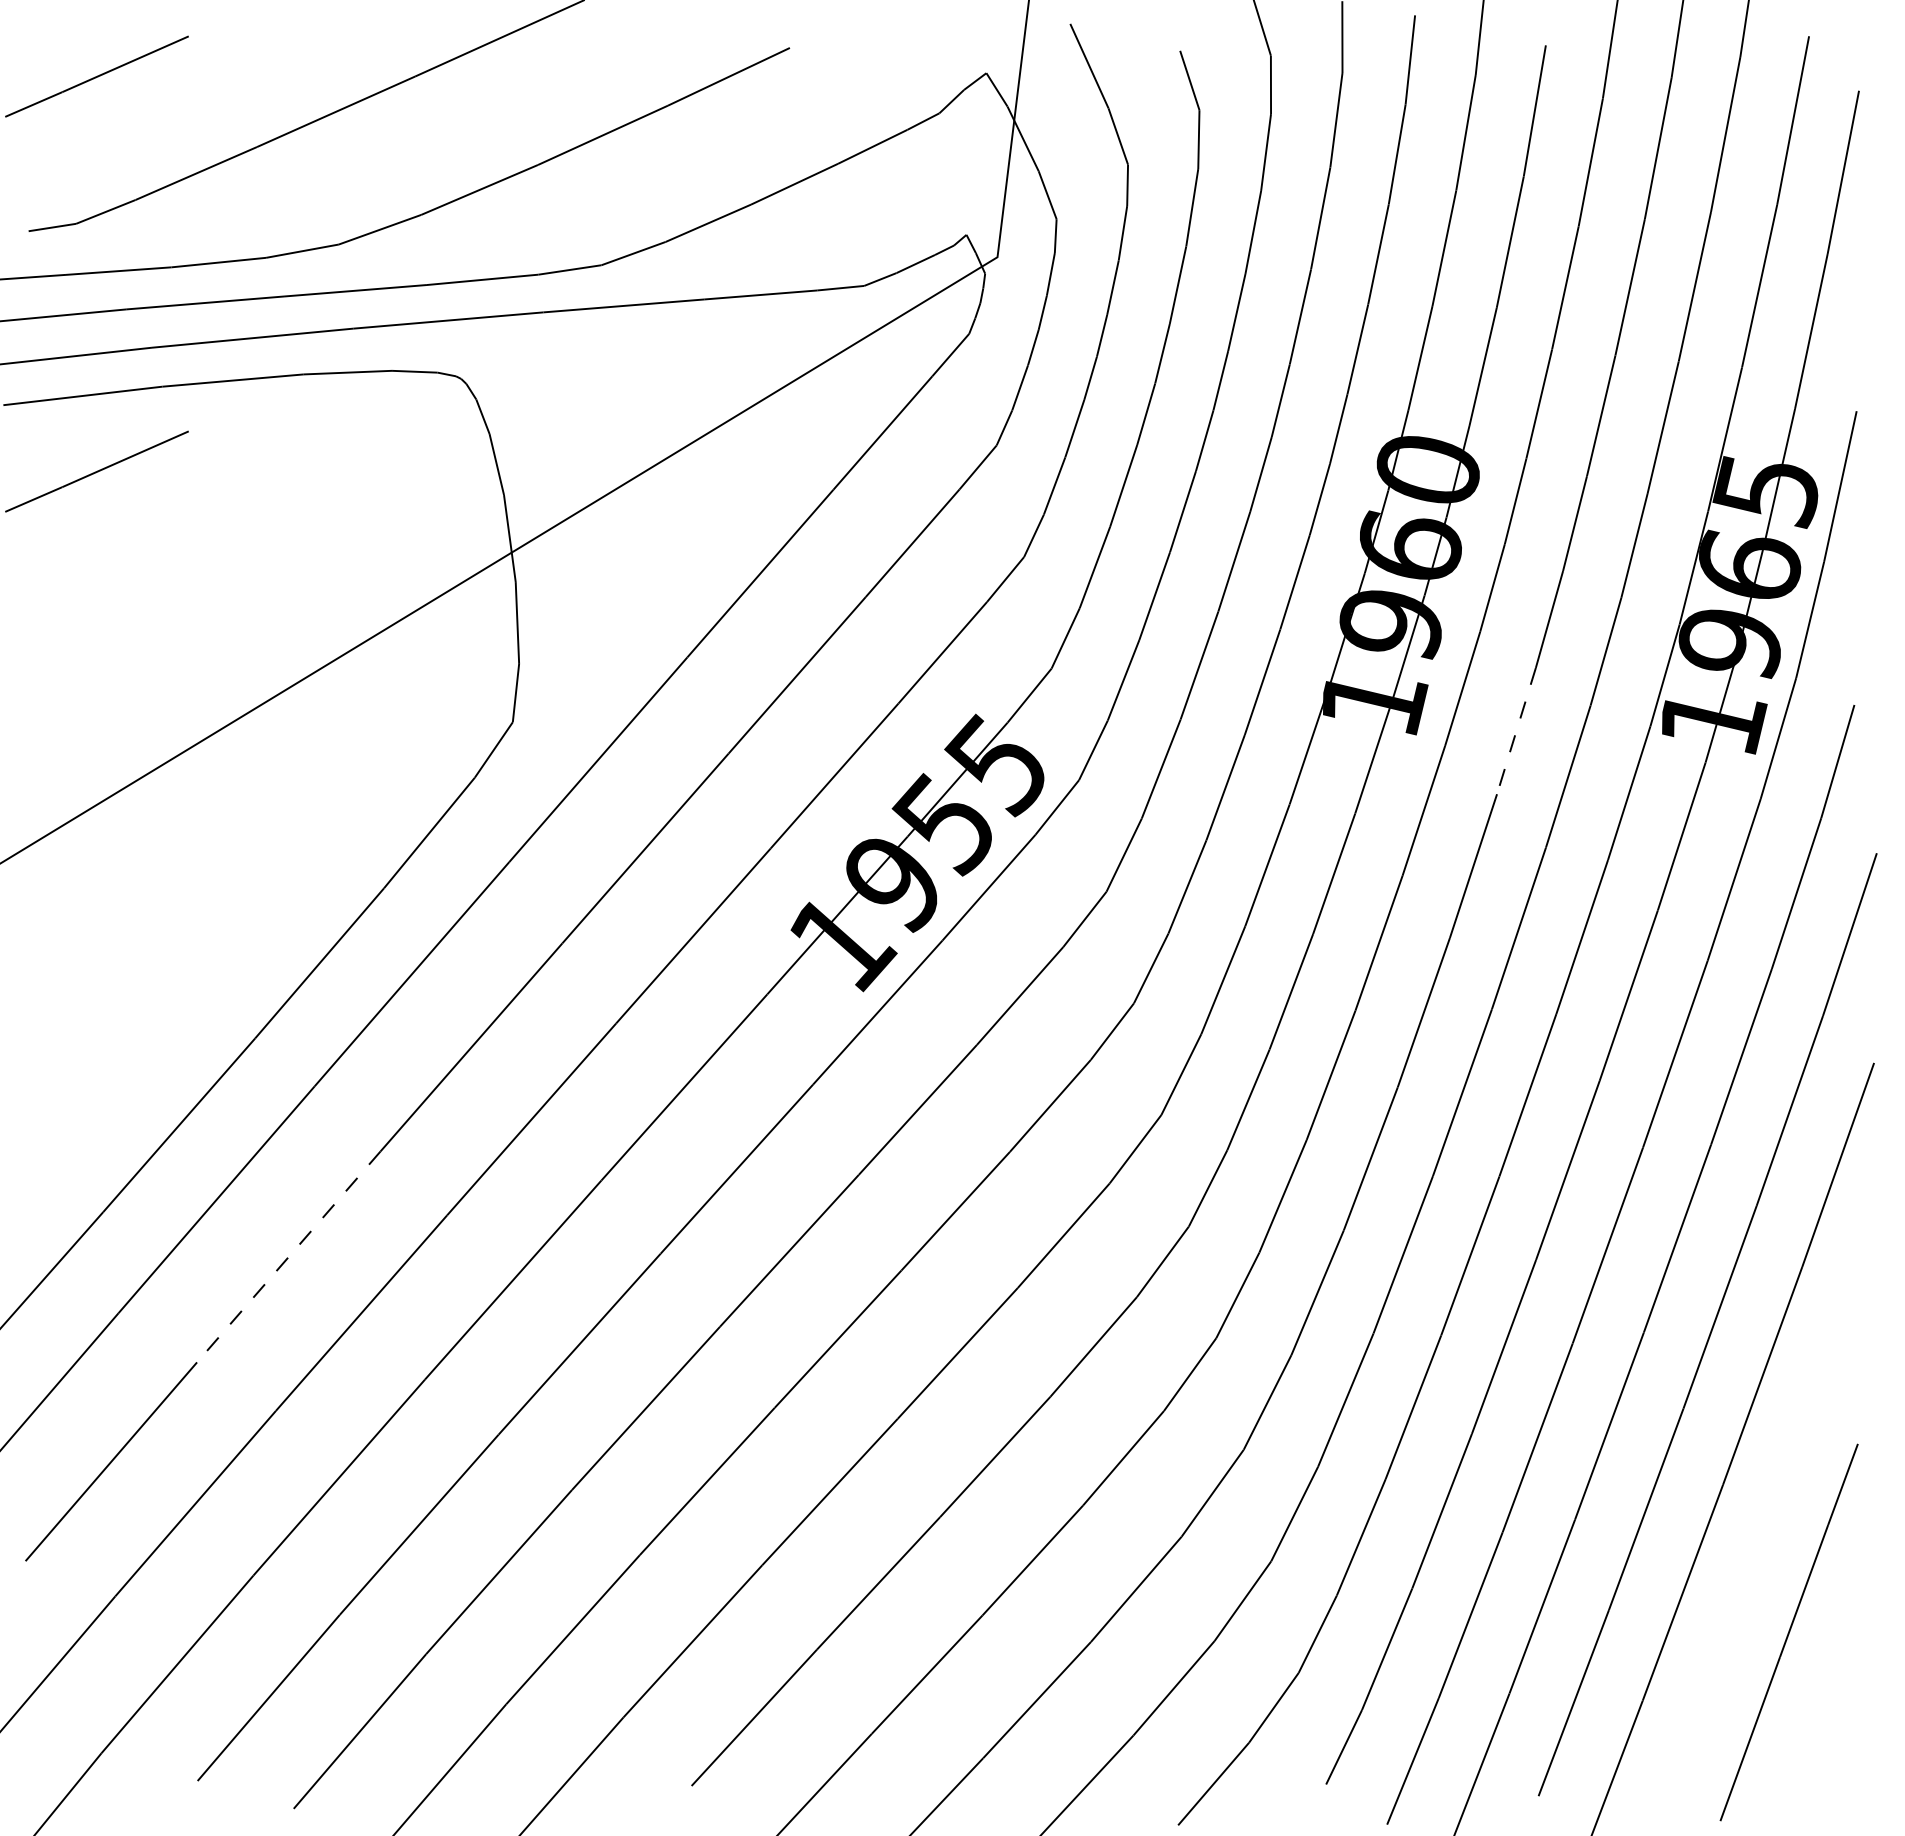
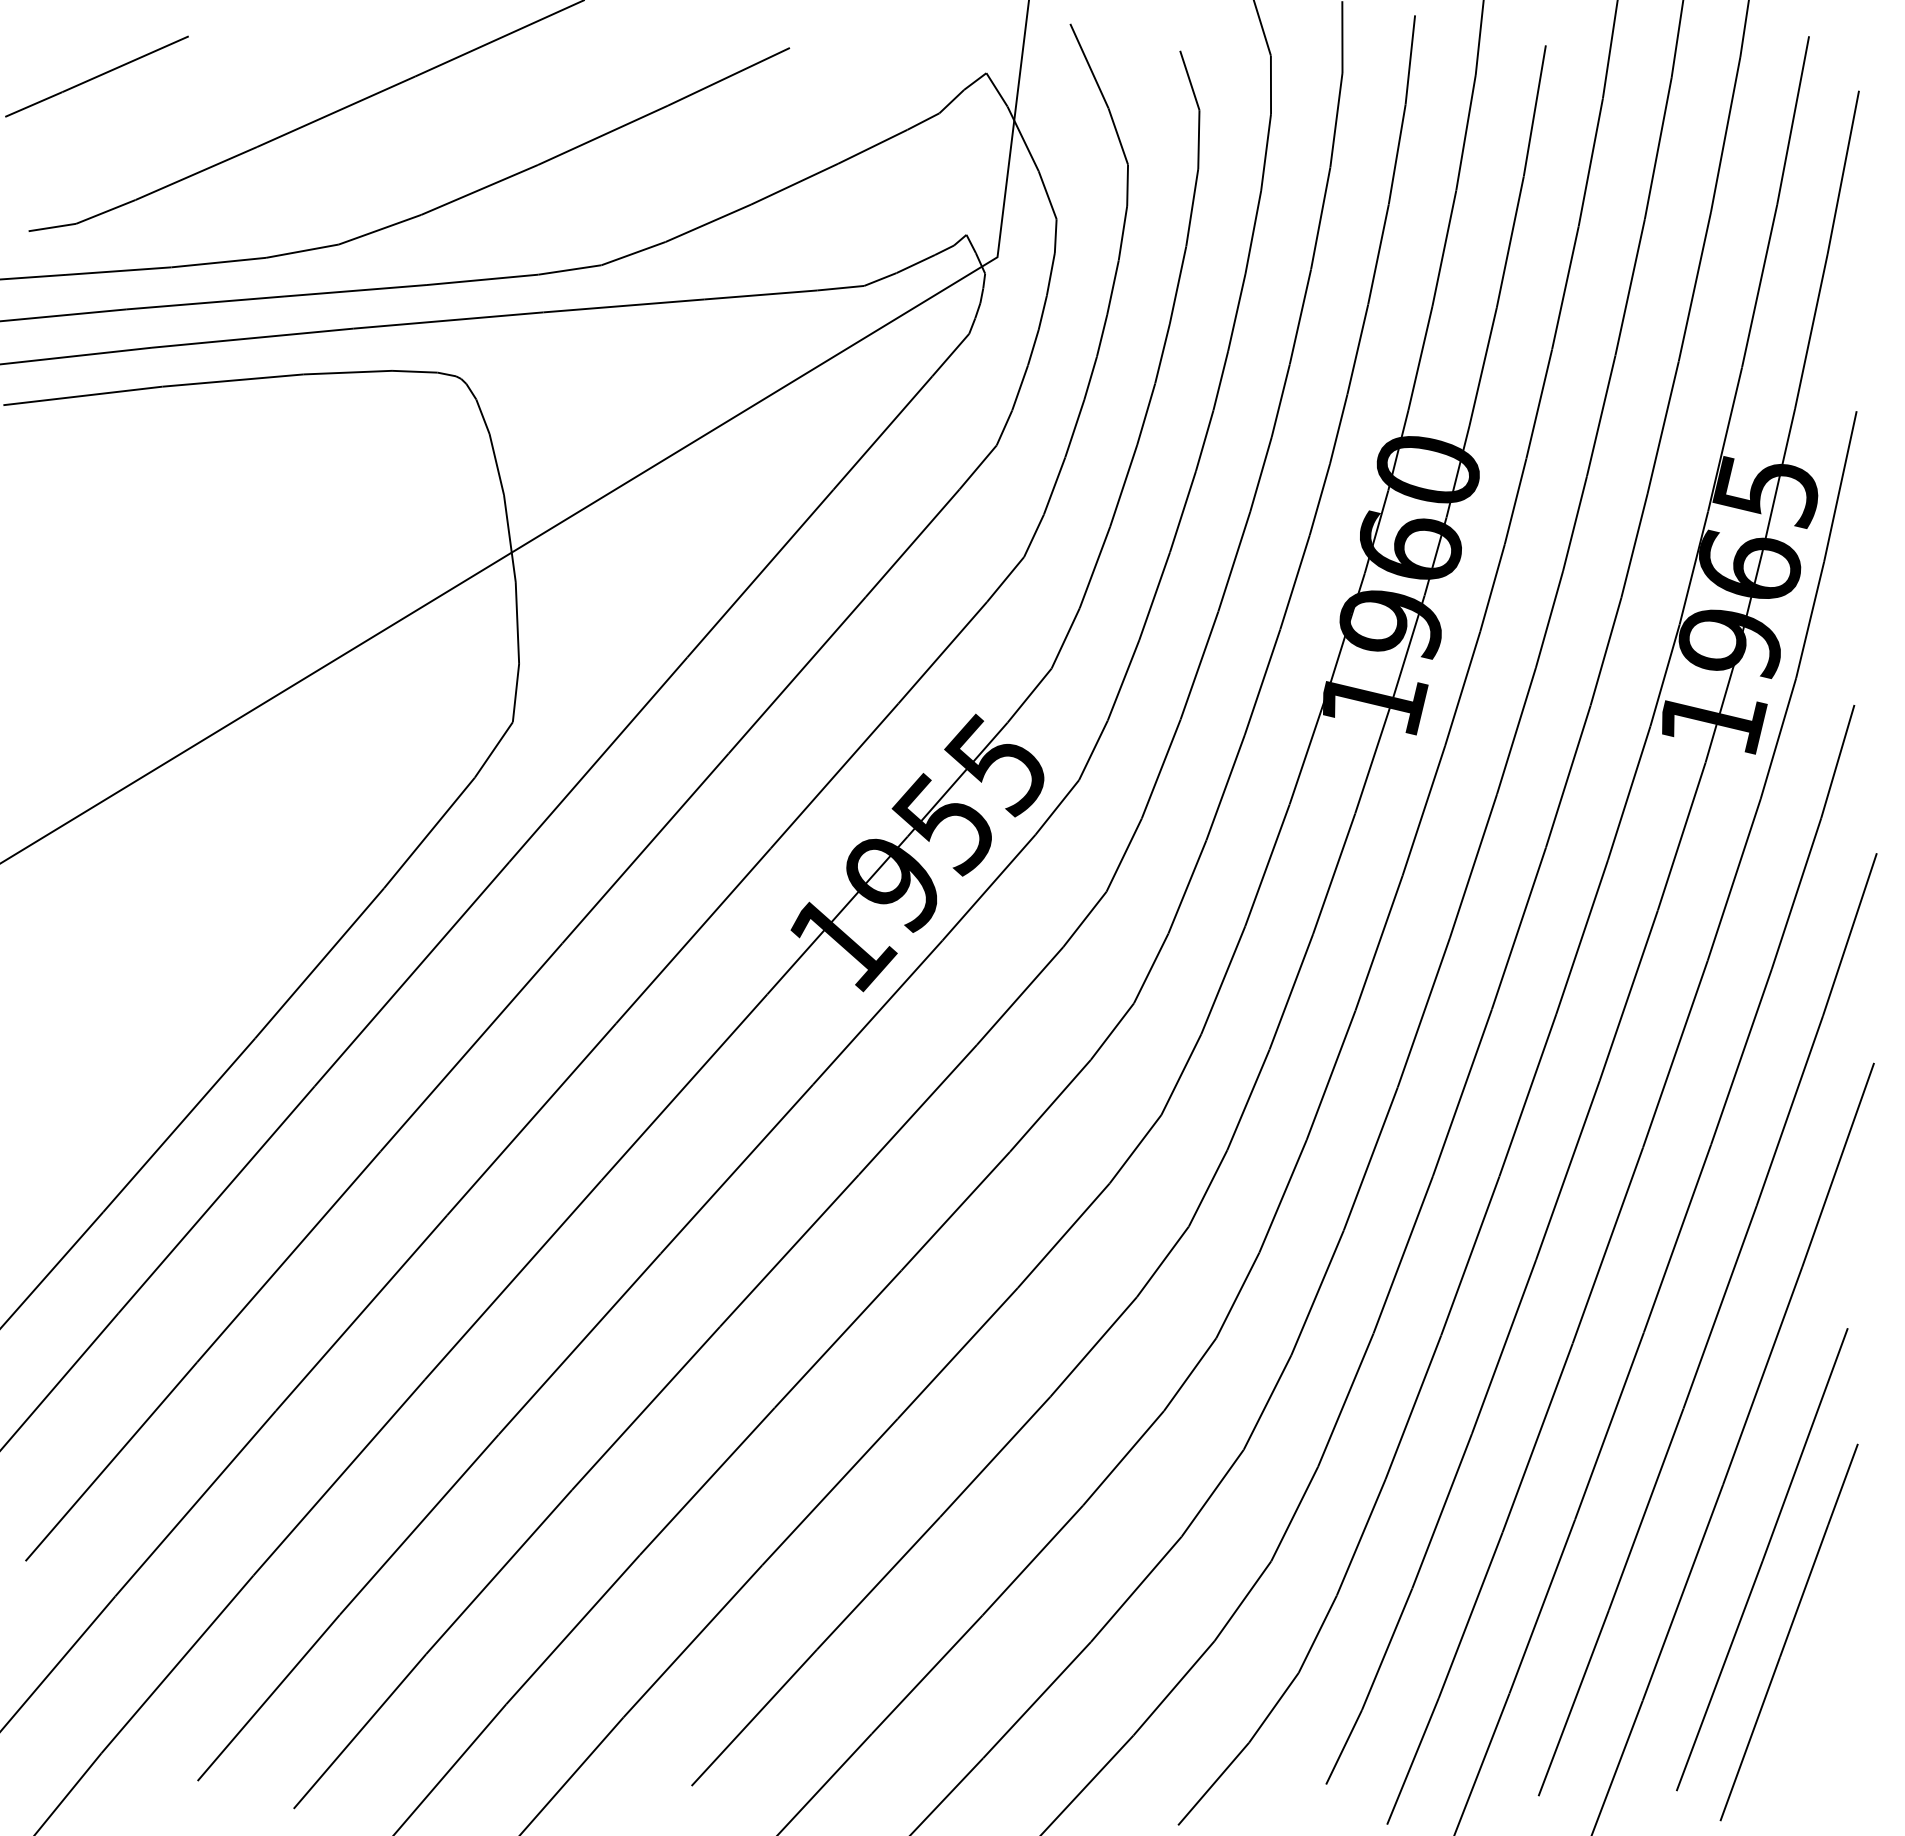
line at (96, 471): present -> none
line at (1516, 731): dashed -> solid
line at (288, 1256): dashed -> solid
part at (1762, 1559): none -> present
